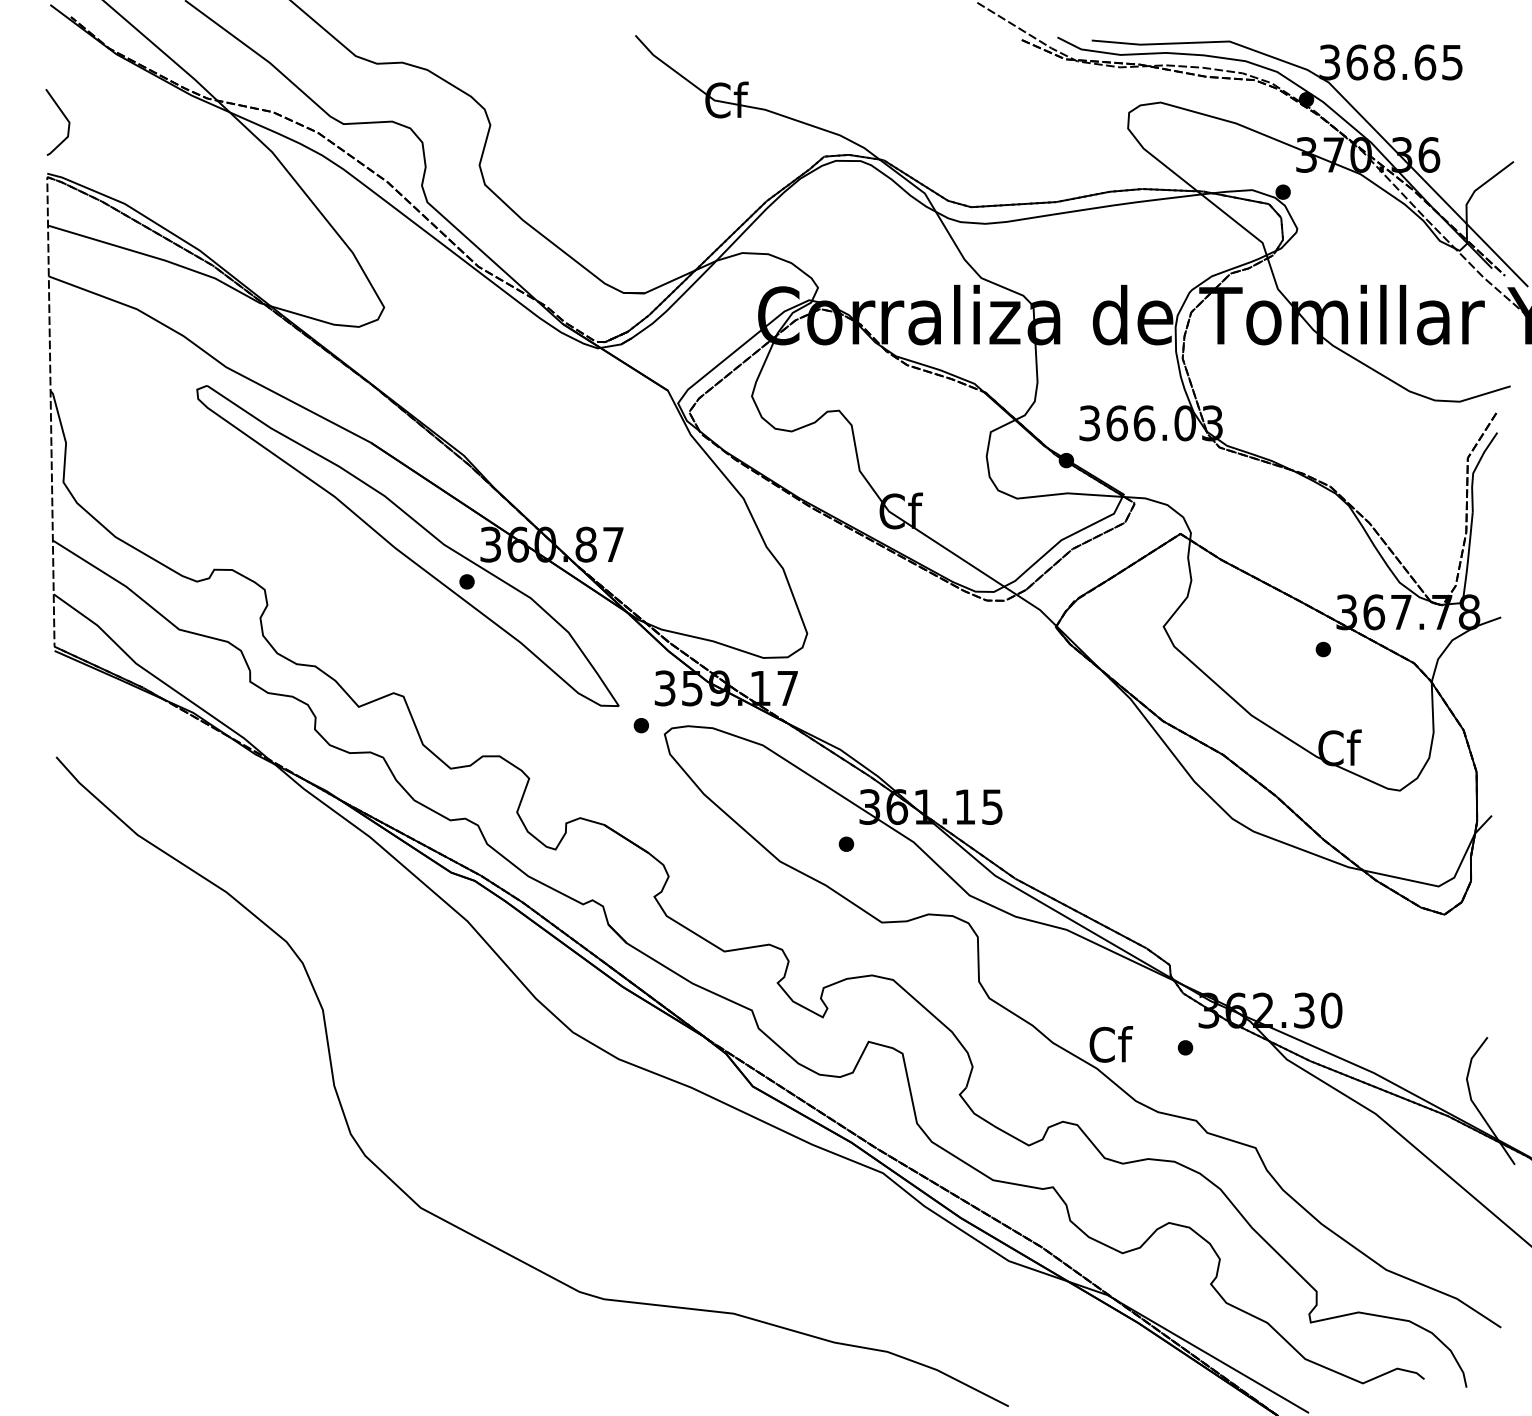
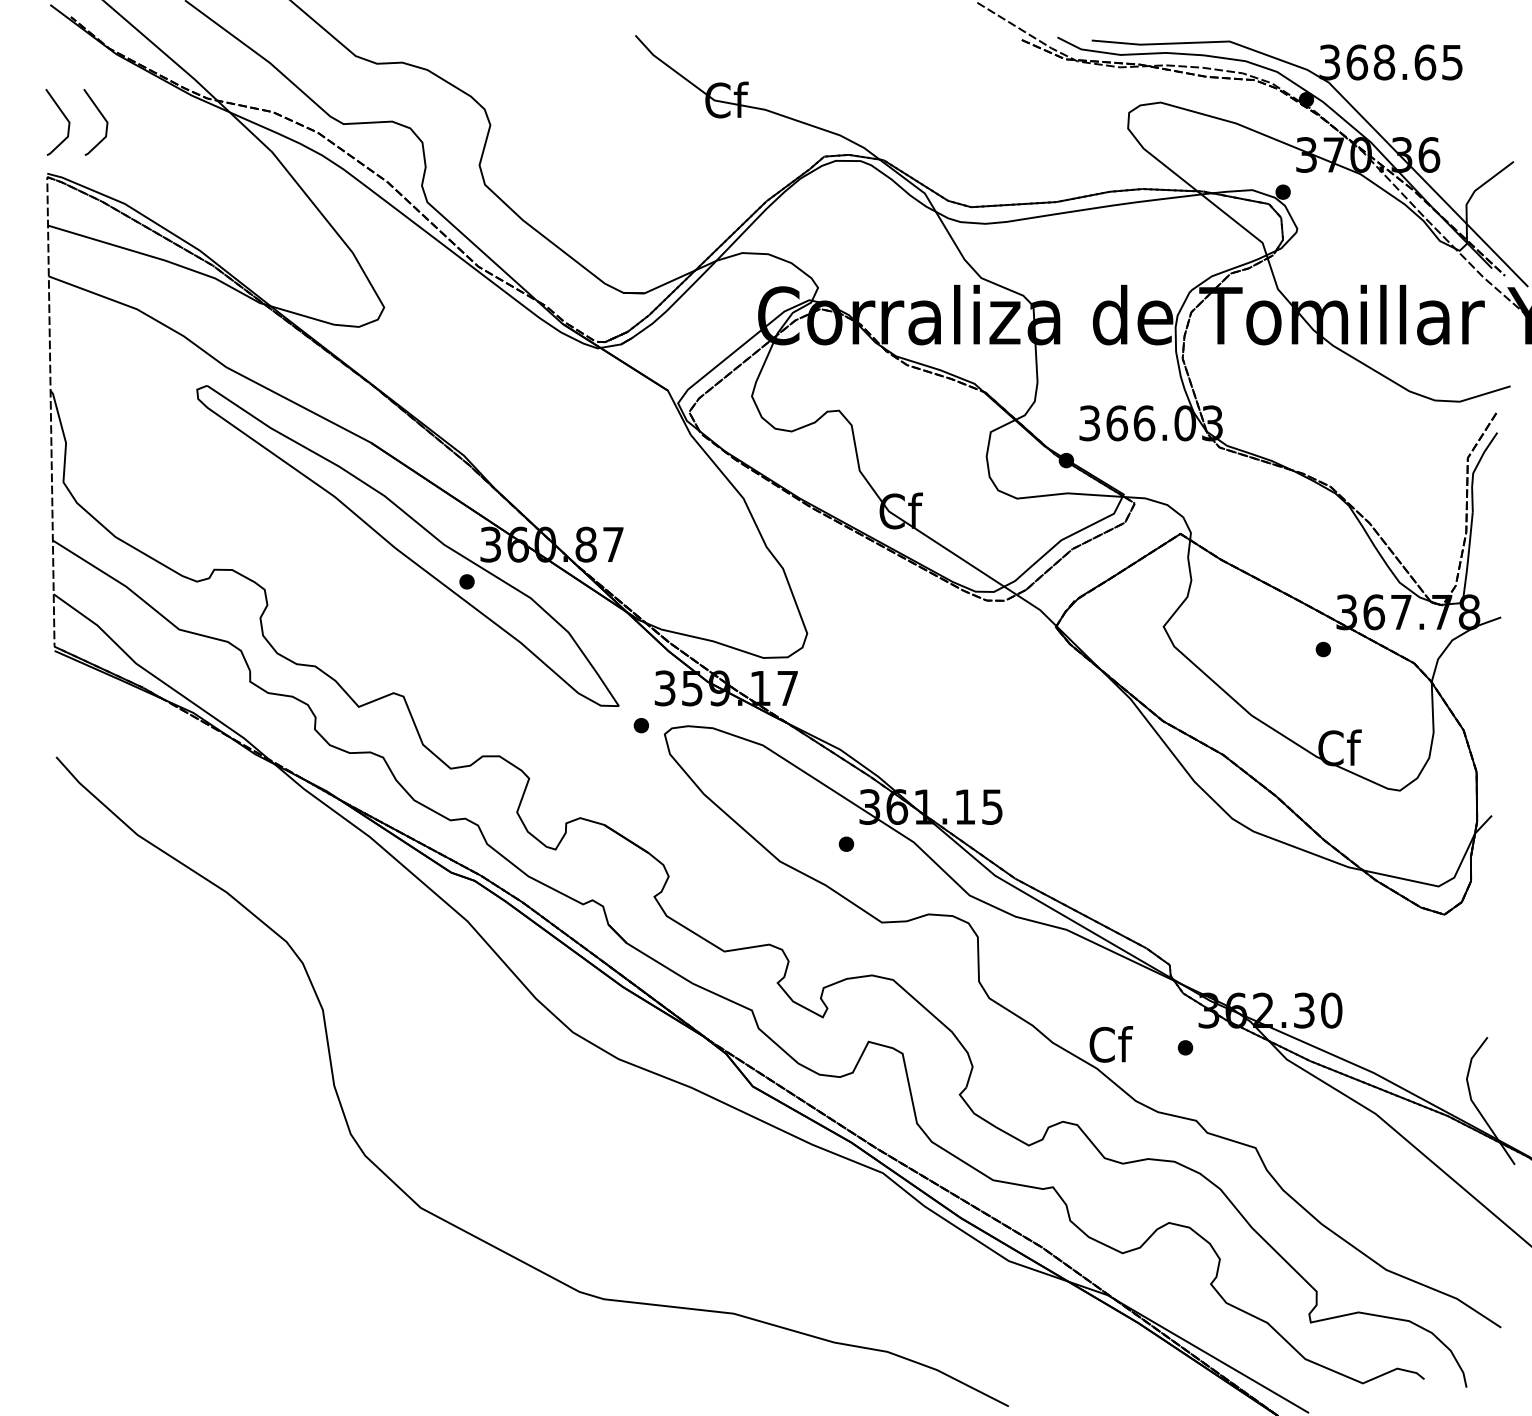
line at (102, 117): none -> present
